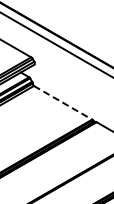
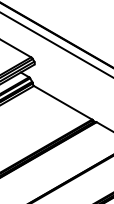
line at (63, 102): dashed -> solid
